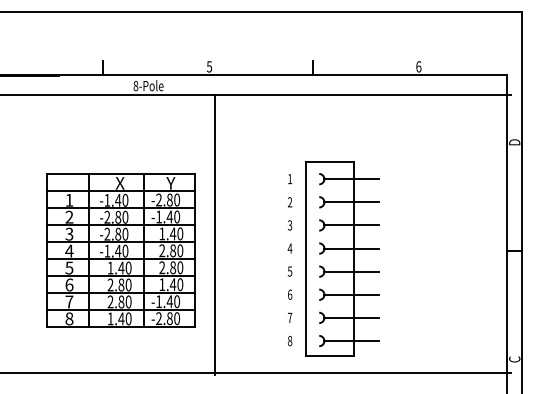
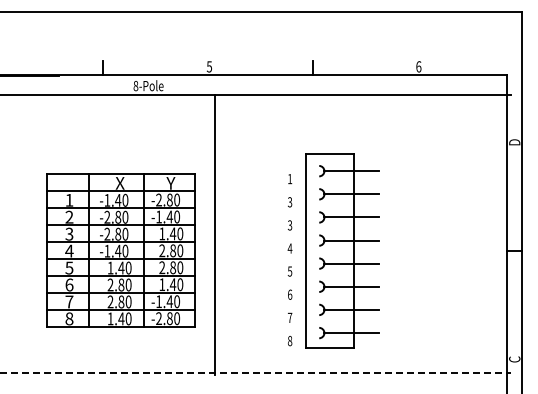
text at (290, 202): 2 -> 3
part at (342, 258) position: (342, 258) -> (342, 250)
line at (255, 373): solid -> dashed
